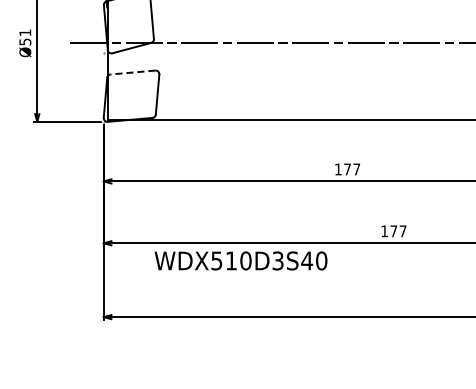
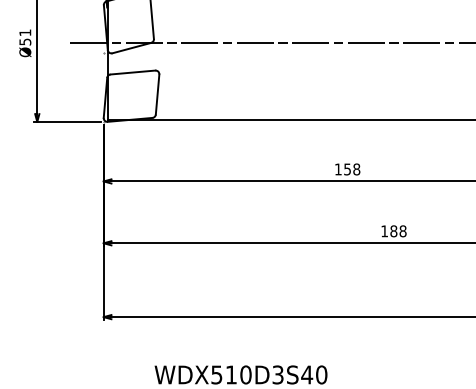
line at (132, 72): dashed -> solid
text at (352, 169): 177 -> 158
text at (398, 231): 177 -> 188
text at (240, 260) position: (240, 260) -> (240, 374)
